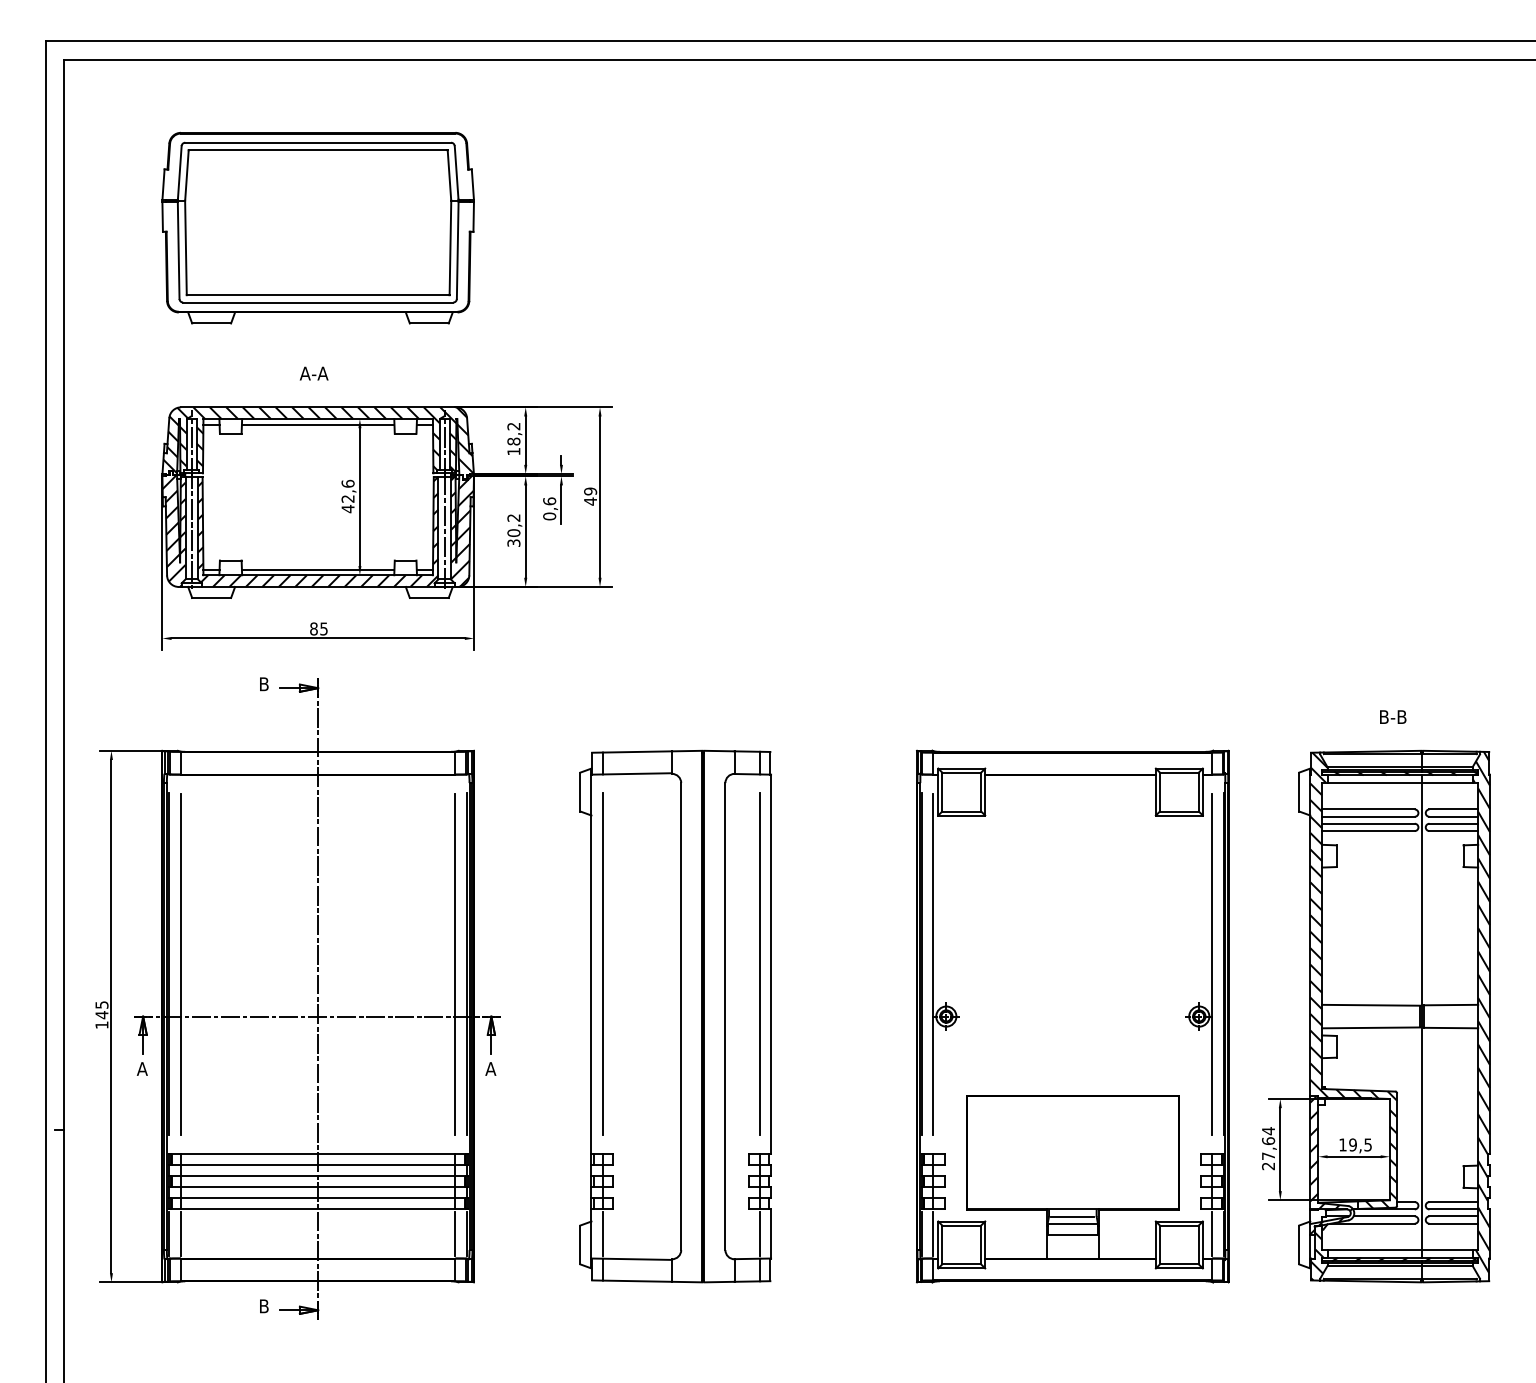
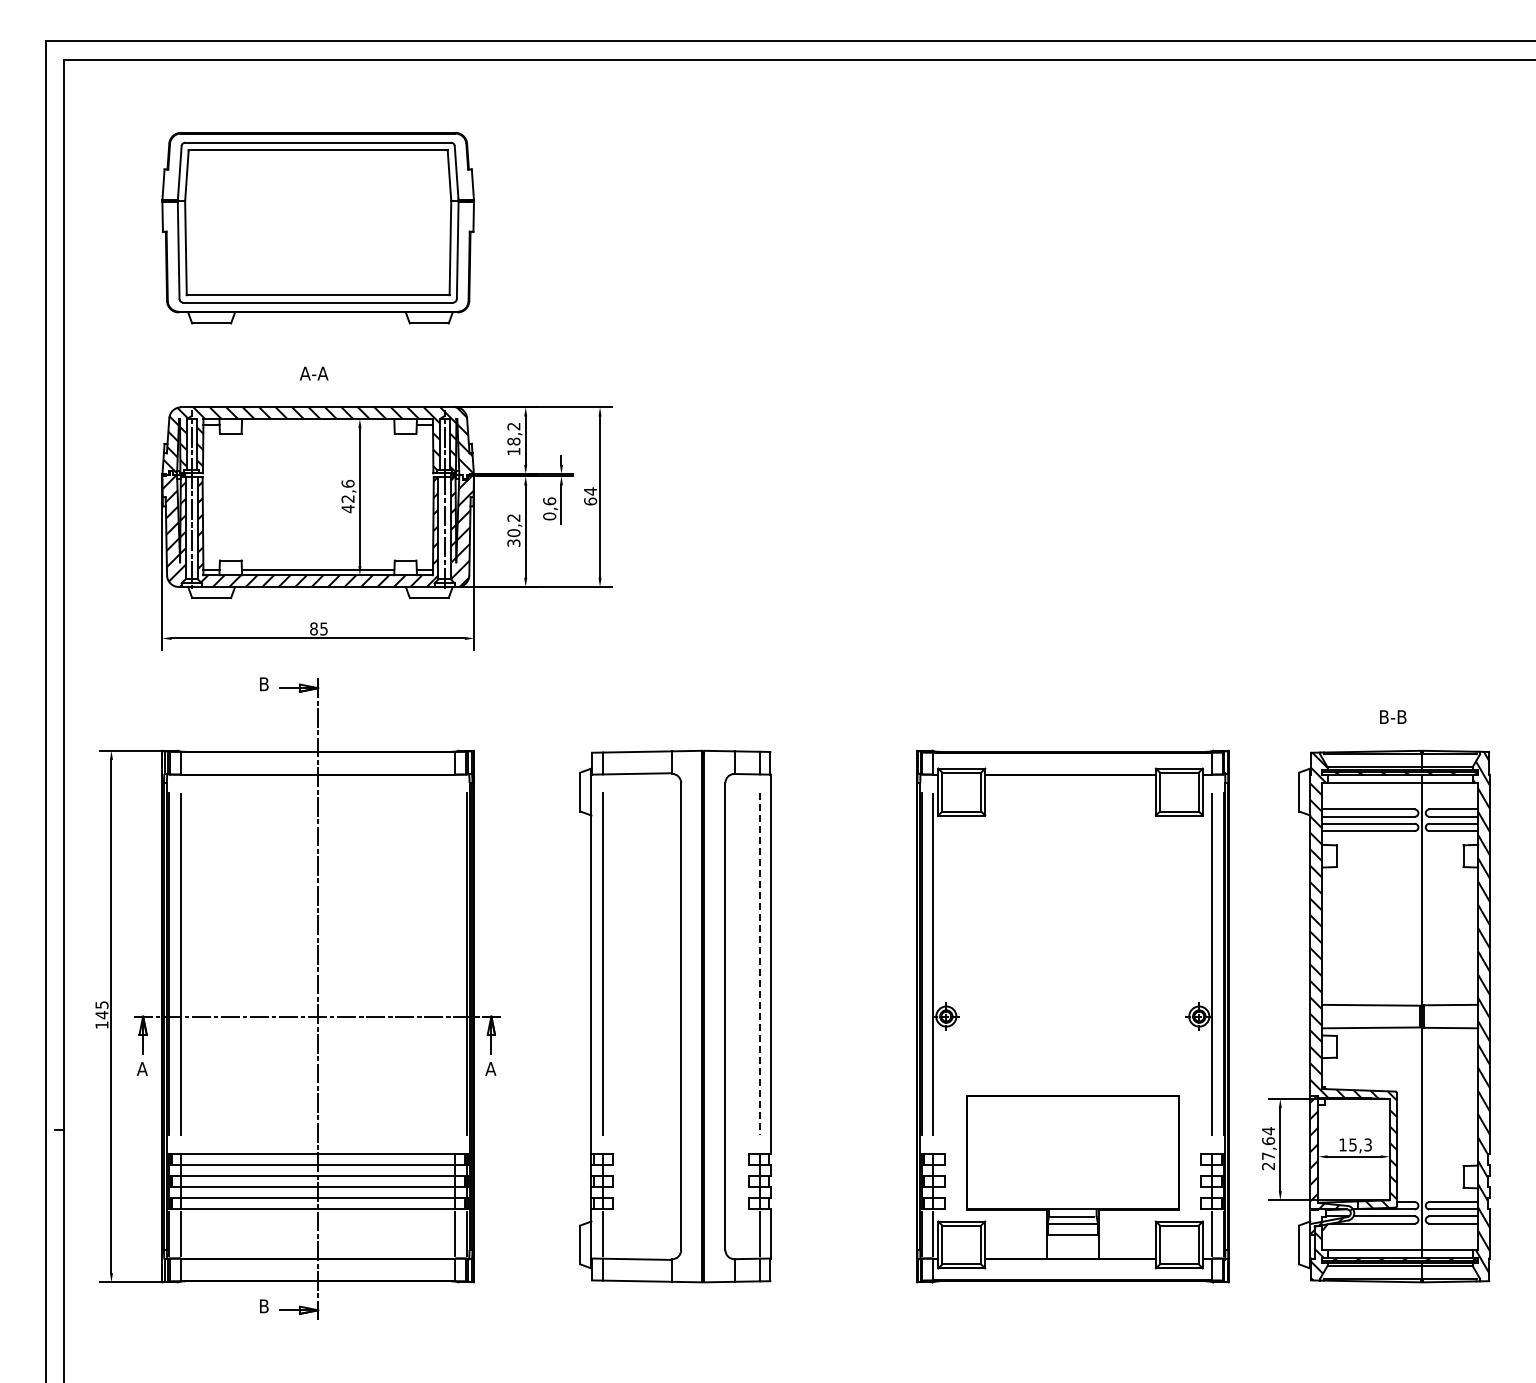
line at (317, 424): present -> none
text at (590, 496): 49 -> 64
line at (455, 964): present -> none
line at (760, 964): solid -> dashed
text at (1360, 1144): 19,5 -> 15,3
